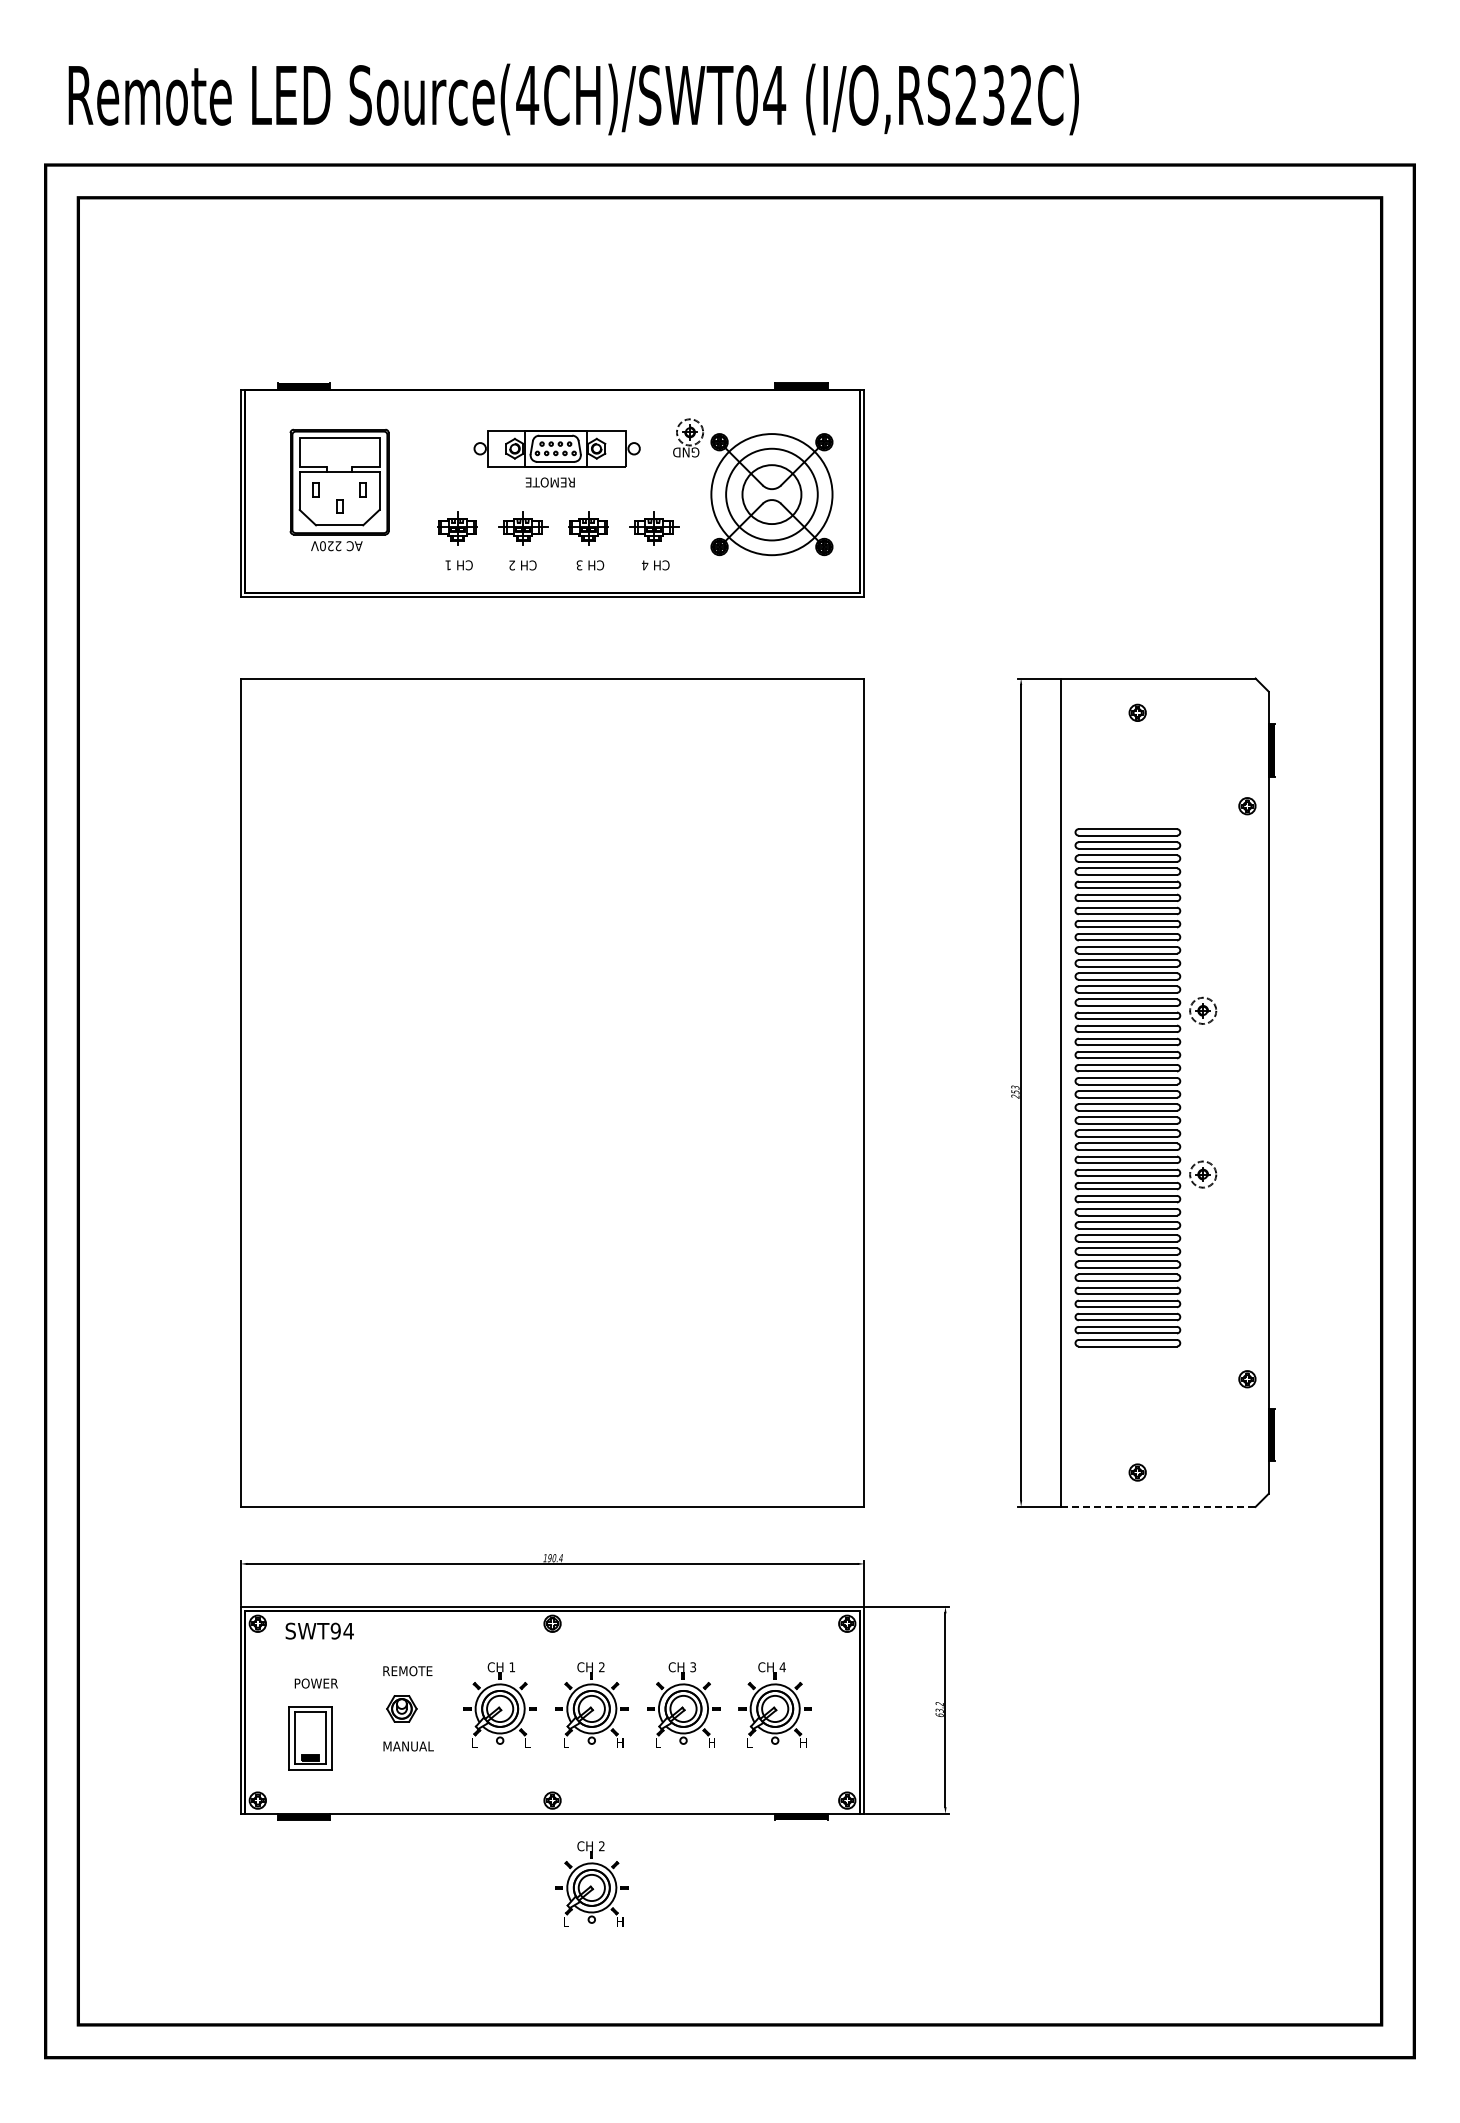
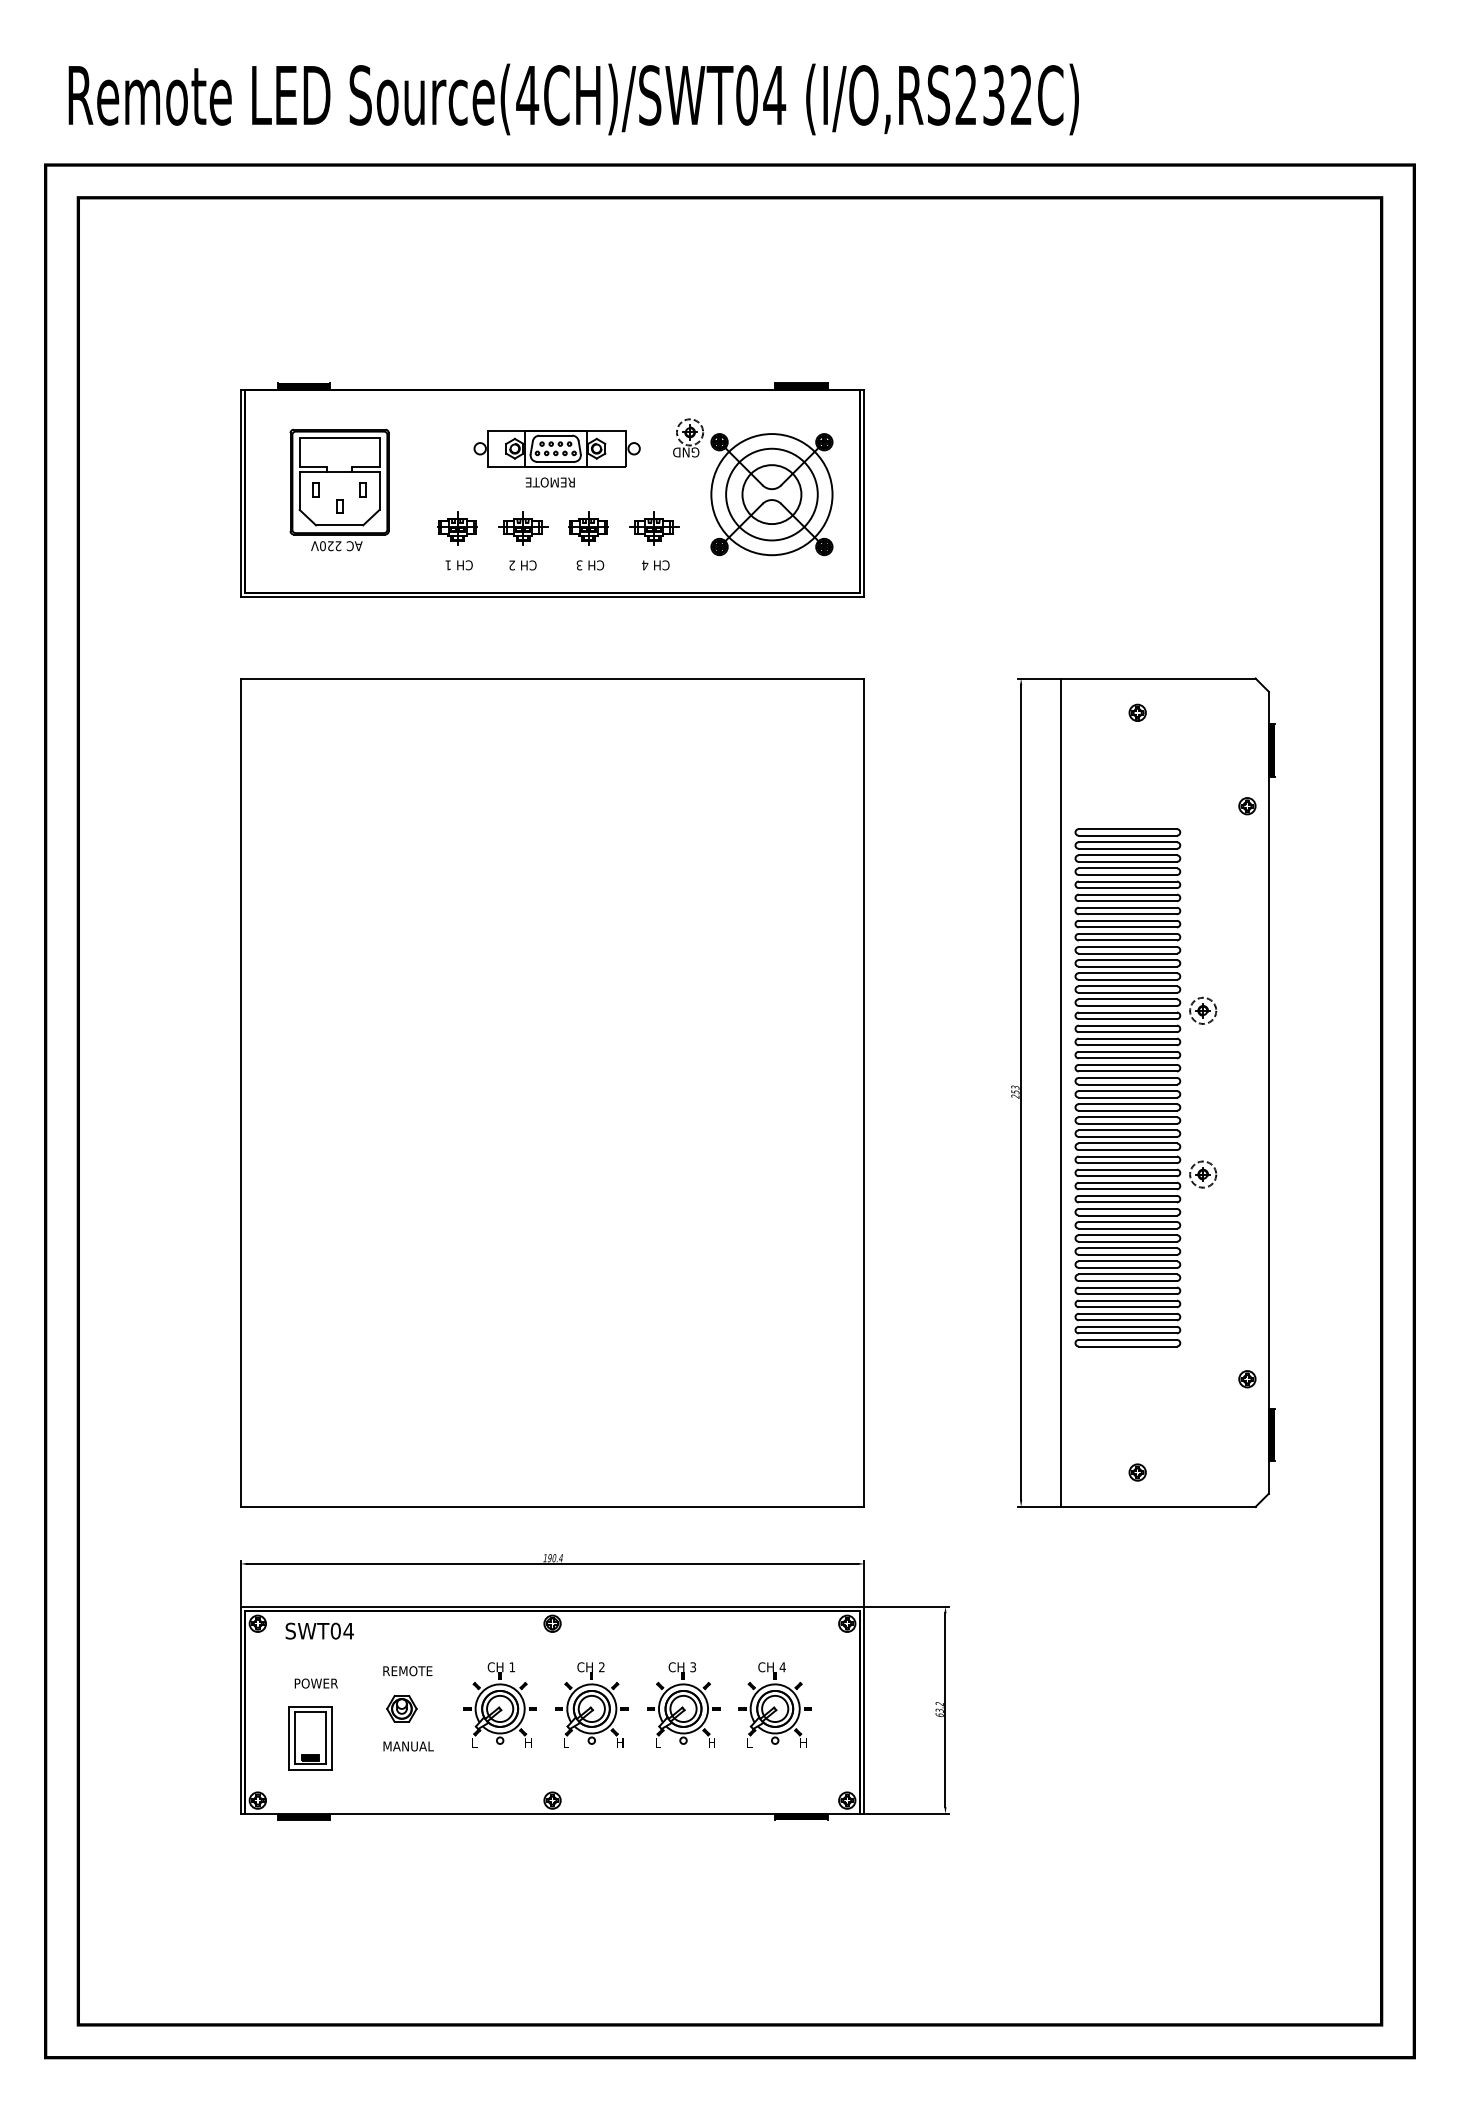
line at (1158, 1506): dashed -> solid
text at (335, 1631): SWT94 -> SWT04
text at (528, 1742): L -> H
part at (591, 1883): present -> none
